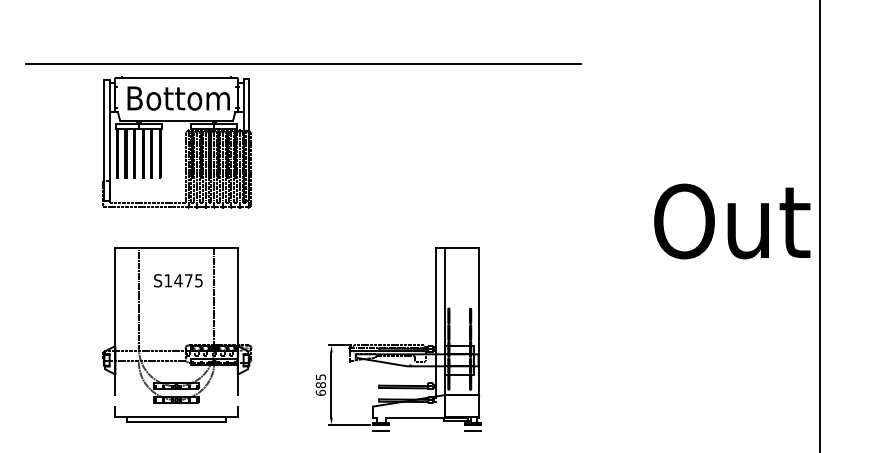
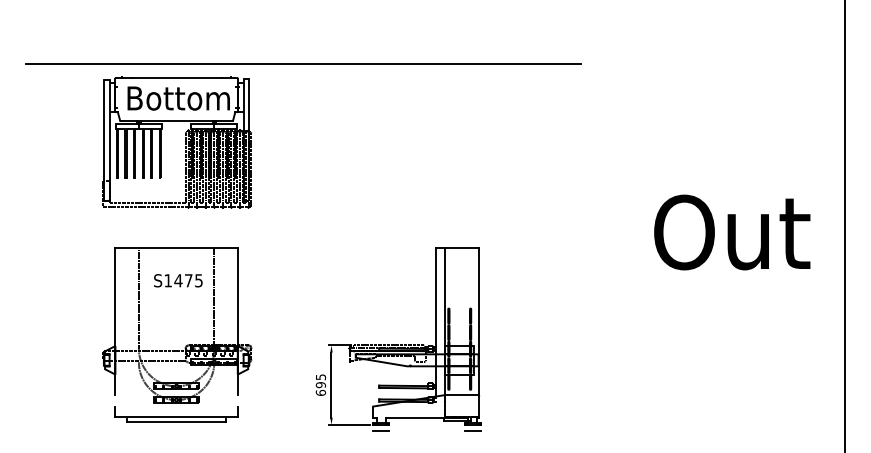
text at (732, 221) position: (732, 221) -> (732, 232)
line at (819, 225) position: (819, 225) -> (844, 225)
text at (320, 385): 685 -> 695
